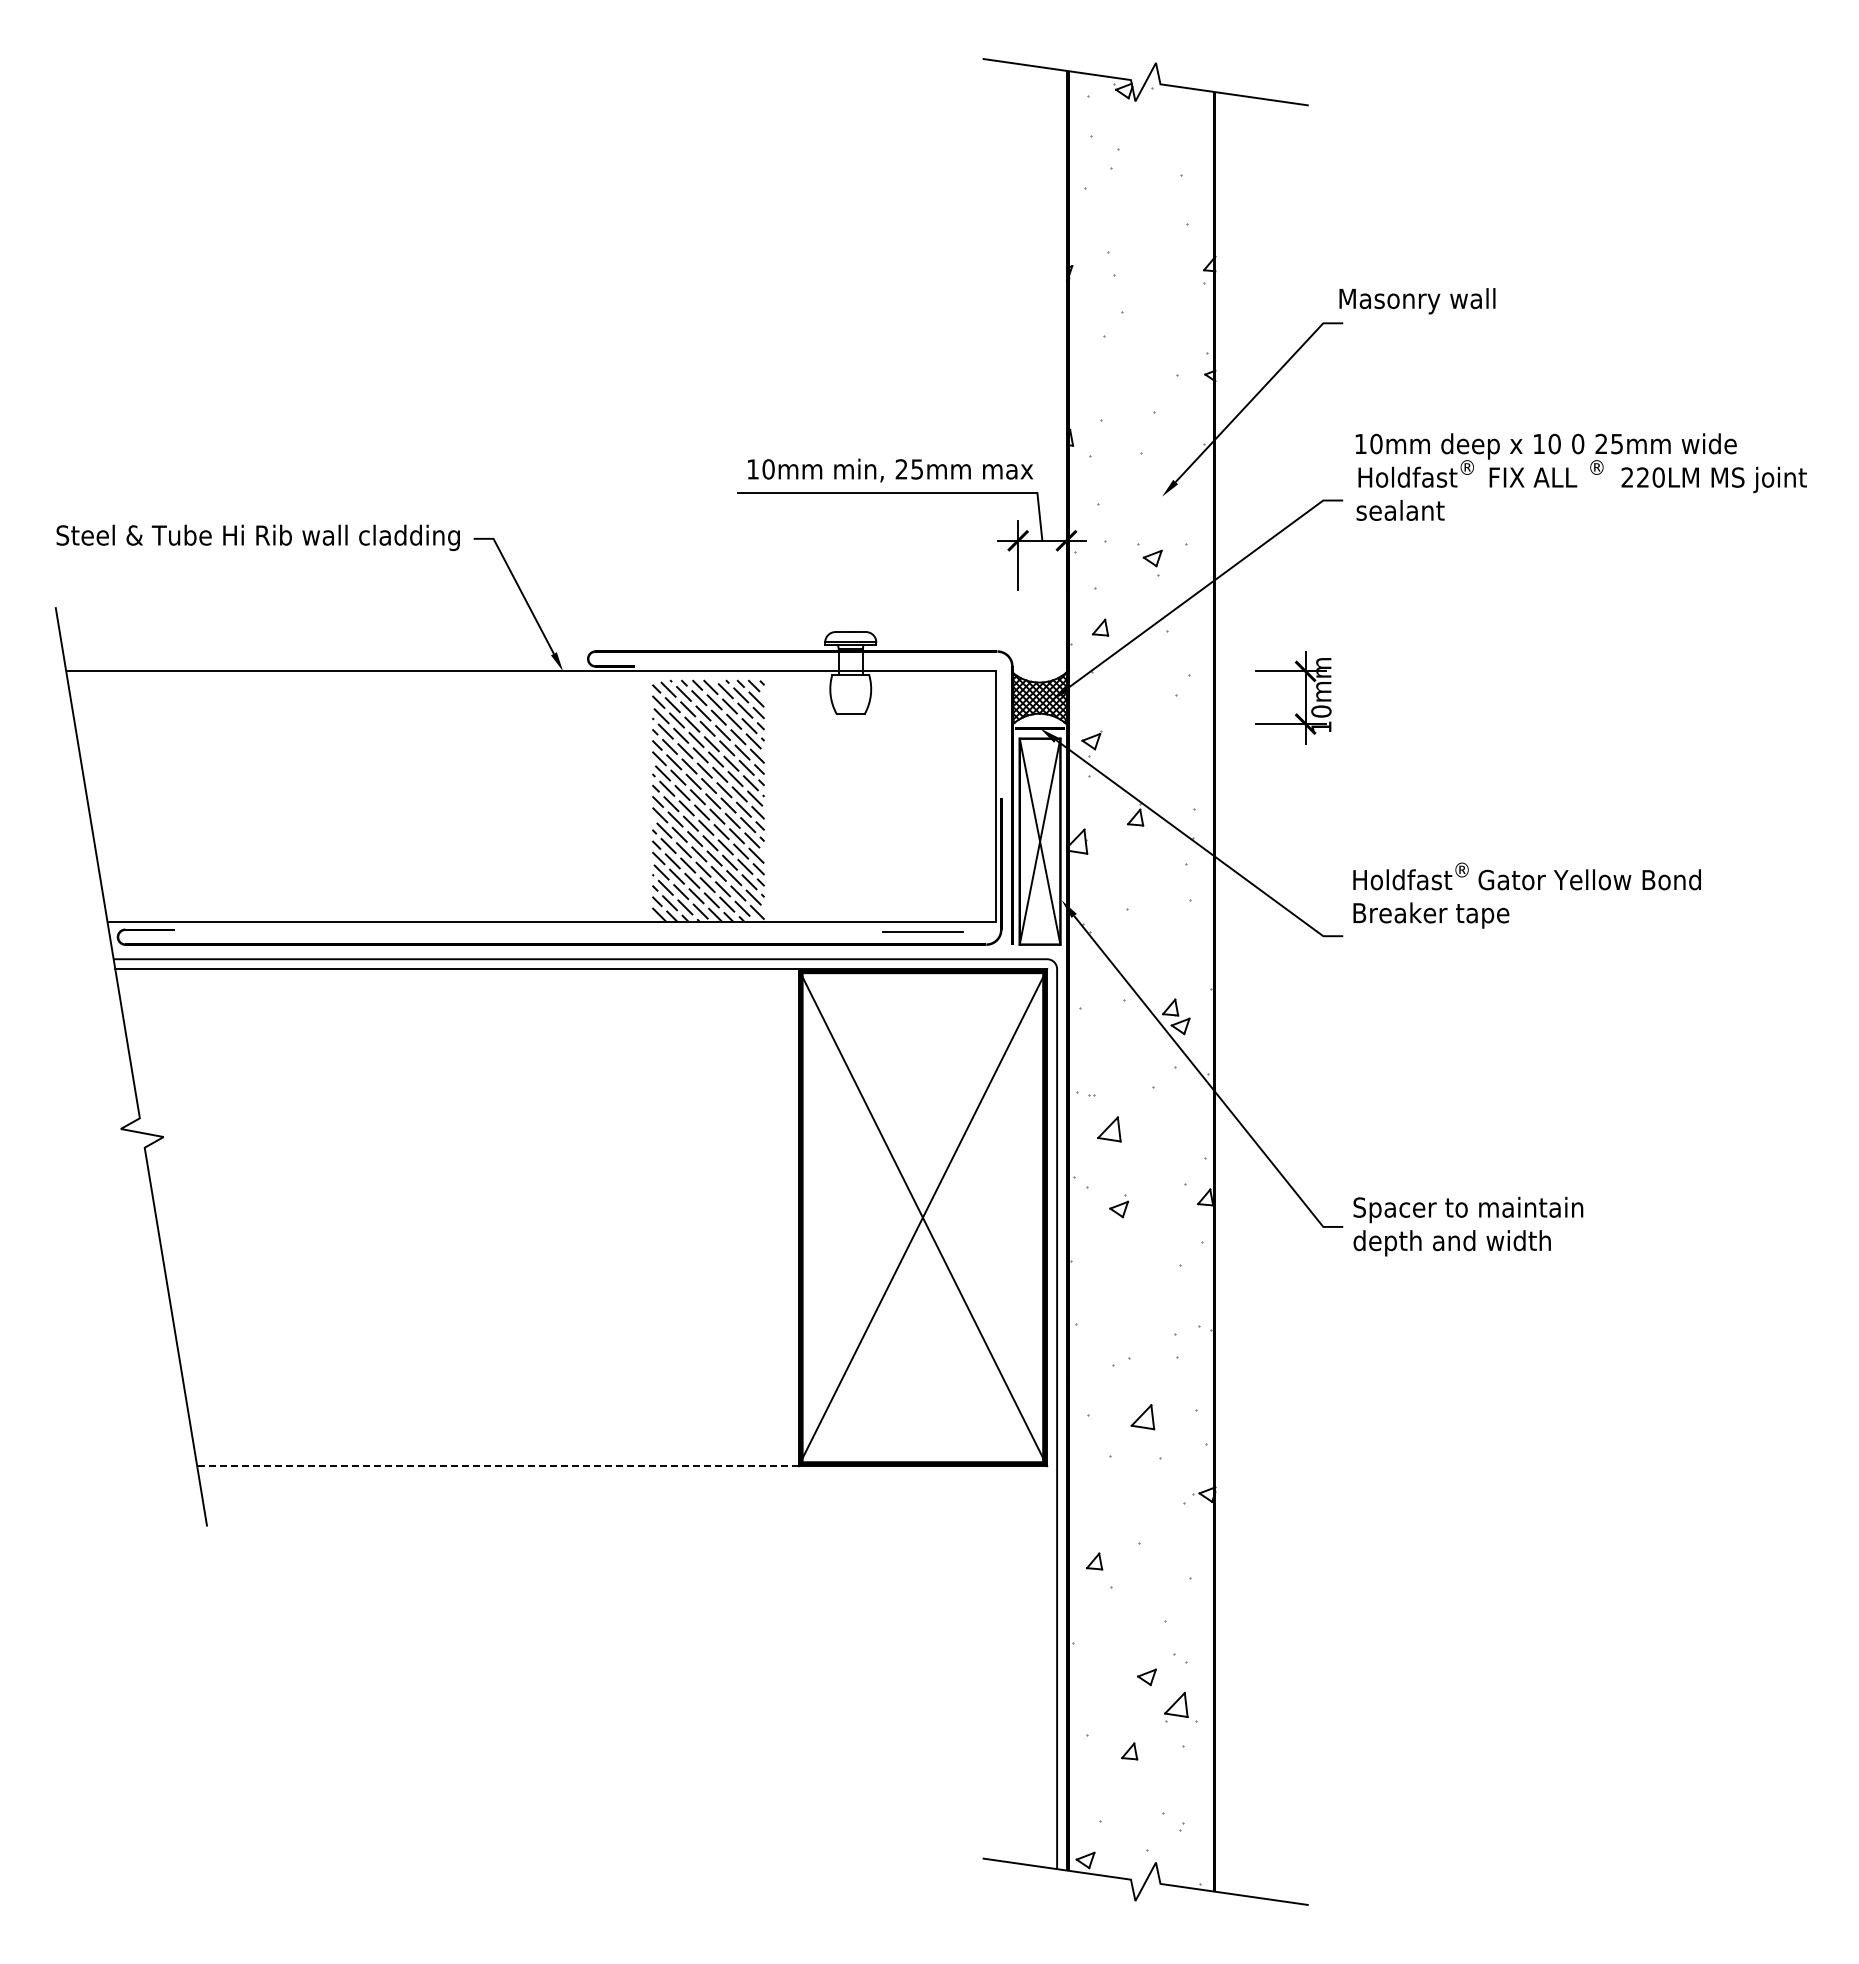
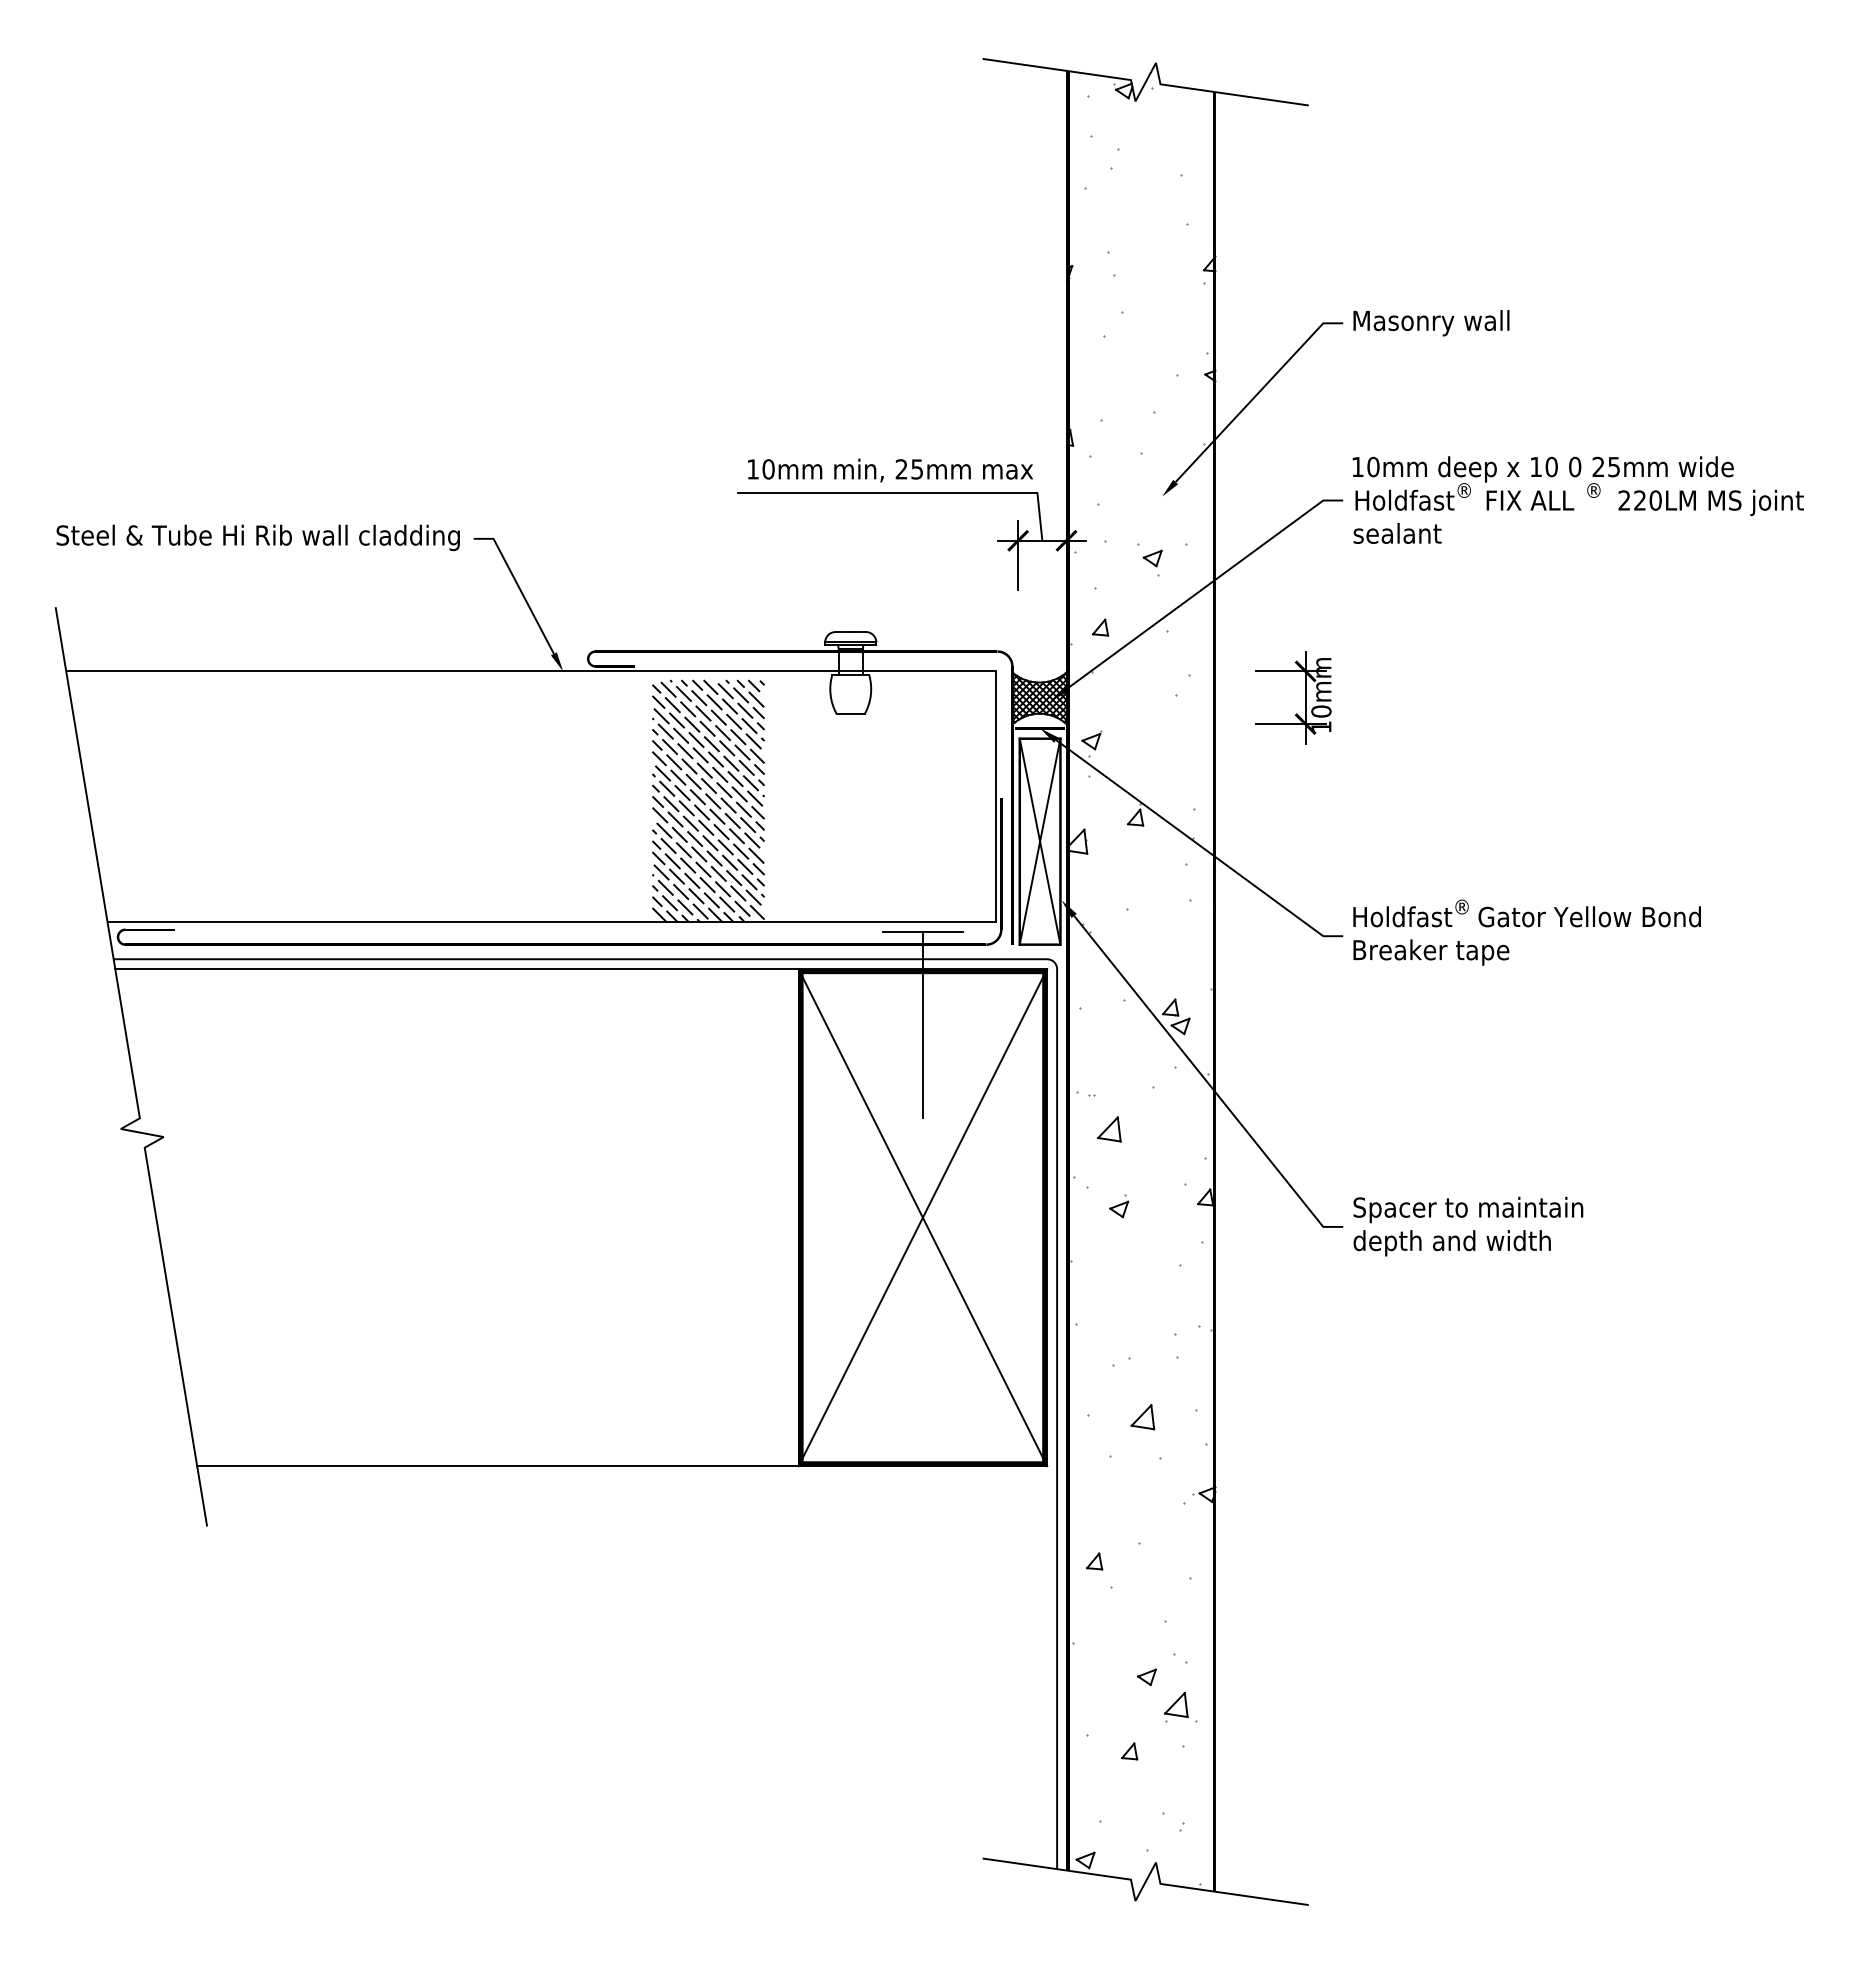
text at (1417, 301) position: (1417, 301) -> (1431, 323)
text at (1580, 476) position: (1580, 476) -> (1577, 499)
text at (1526, 895) position: (1526, 895) -> (1526, 932)
line at (922, 1024): none -> present
line at (497, 1466): dashed -> solid
